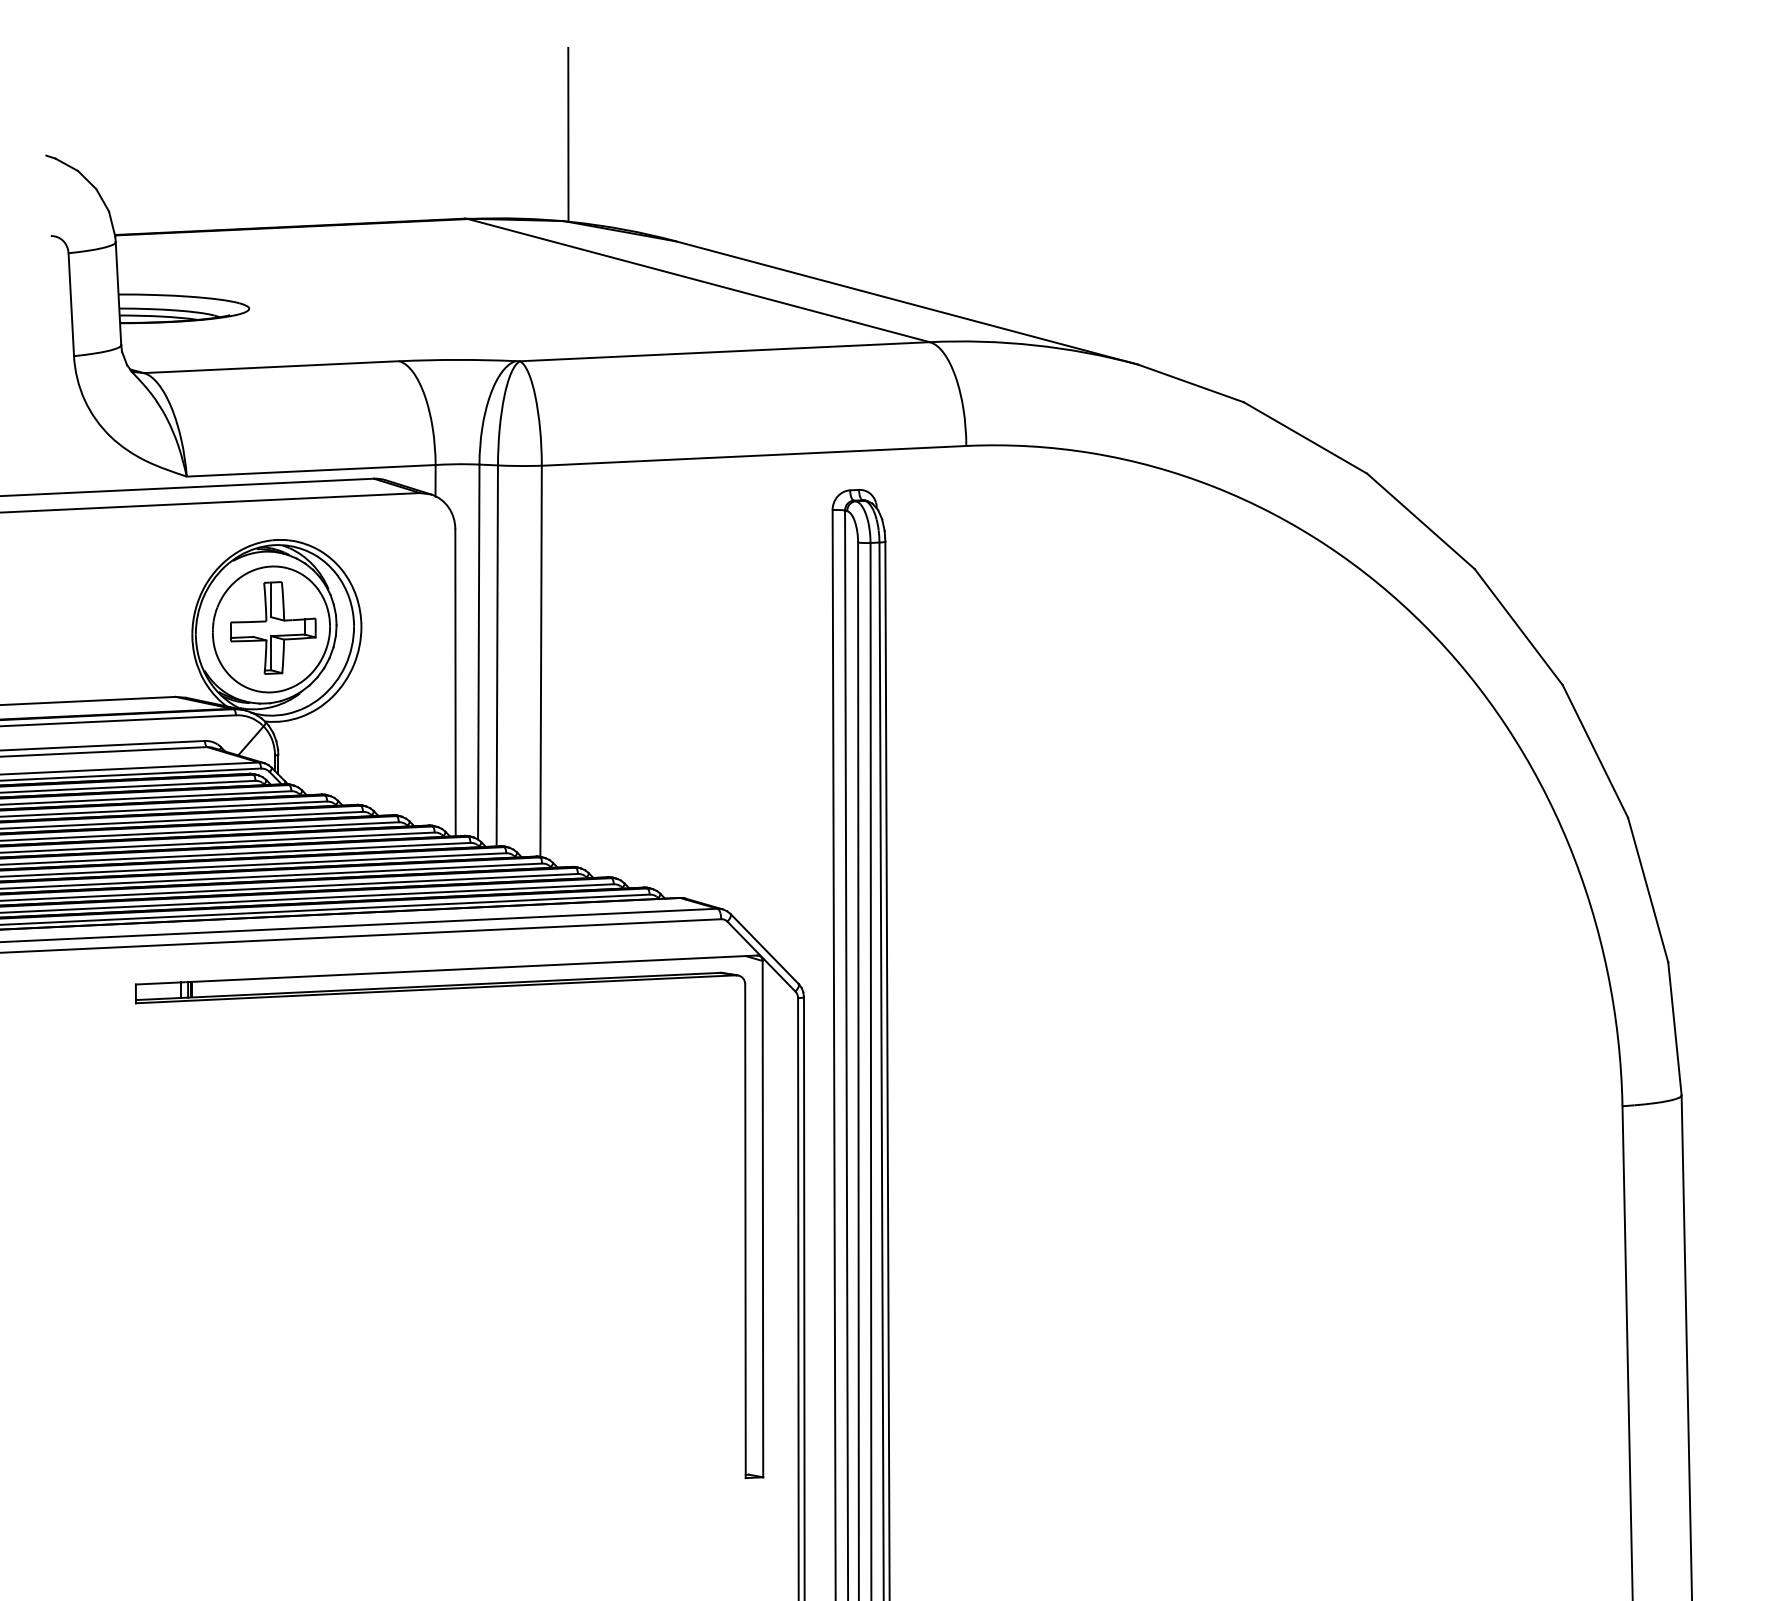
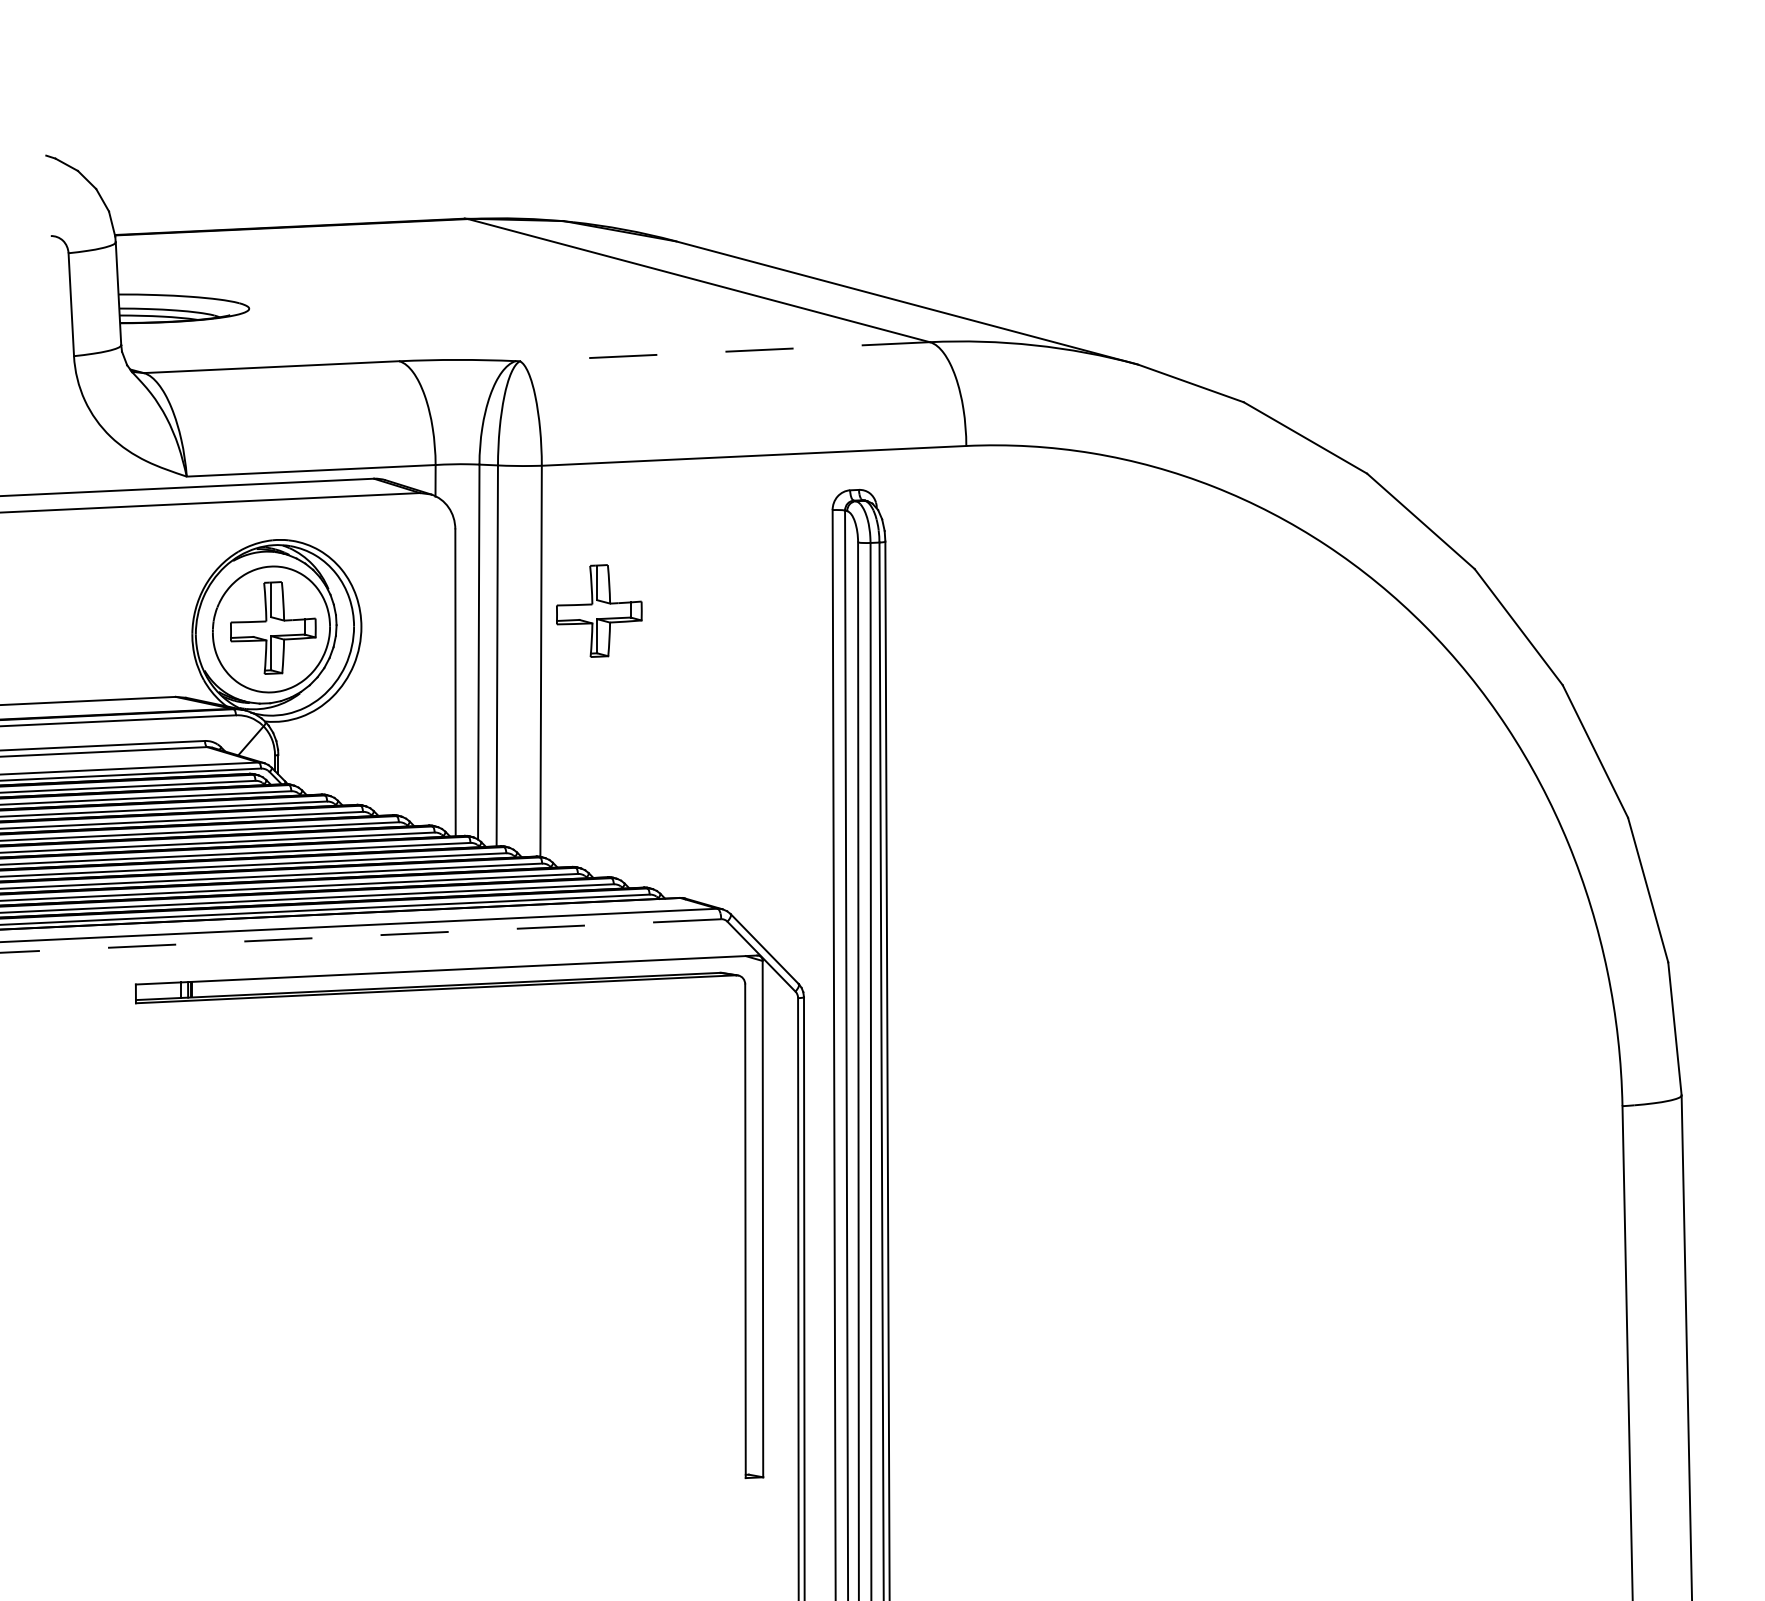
line at (568, 134): present -> none
line at (724, 351): solid -> dashed
part at (599, 610): none -> present
line at (360, 936): solid -> dashed
